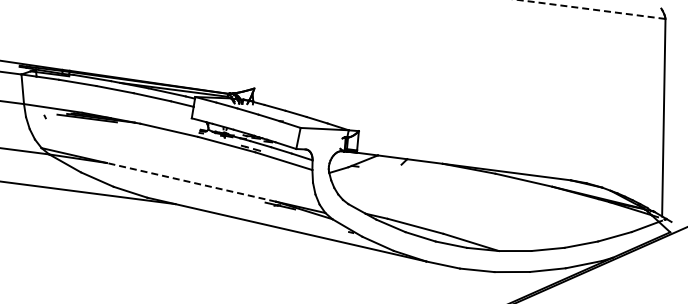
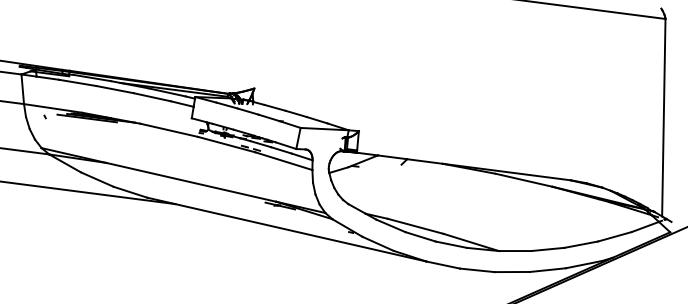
line at (592, 9): dashed -> solid
line at (191, 182): dashed -> solid
